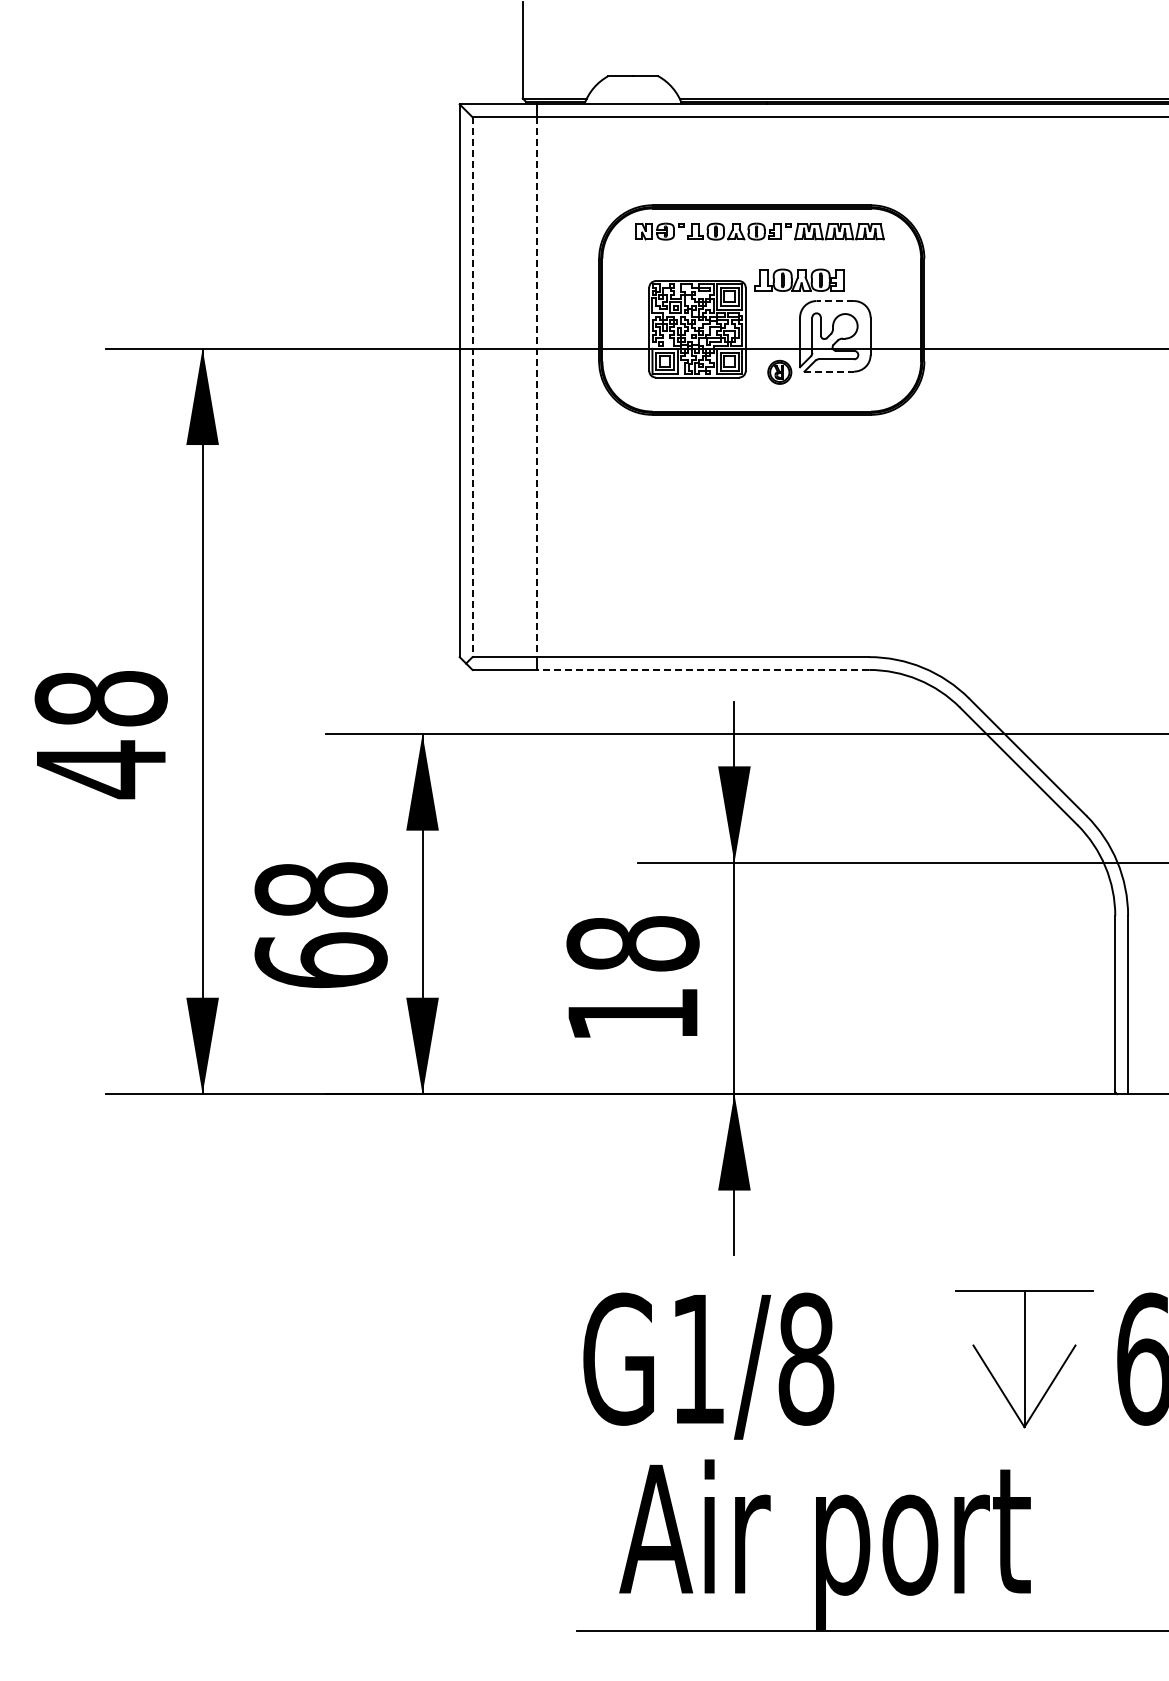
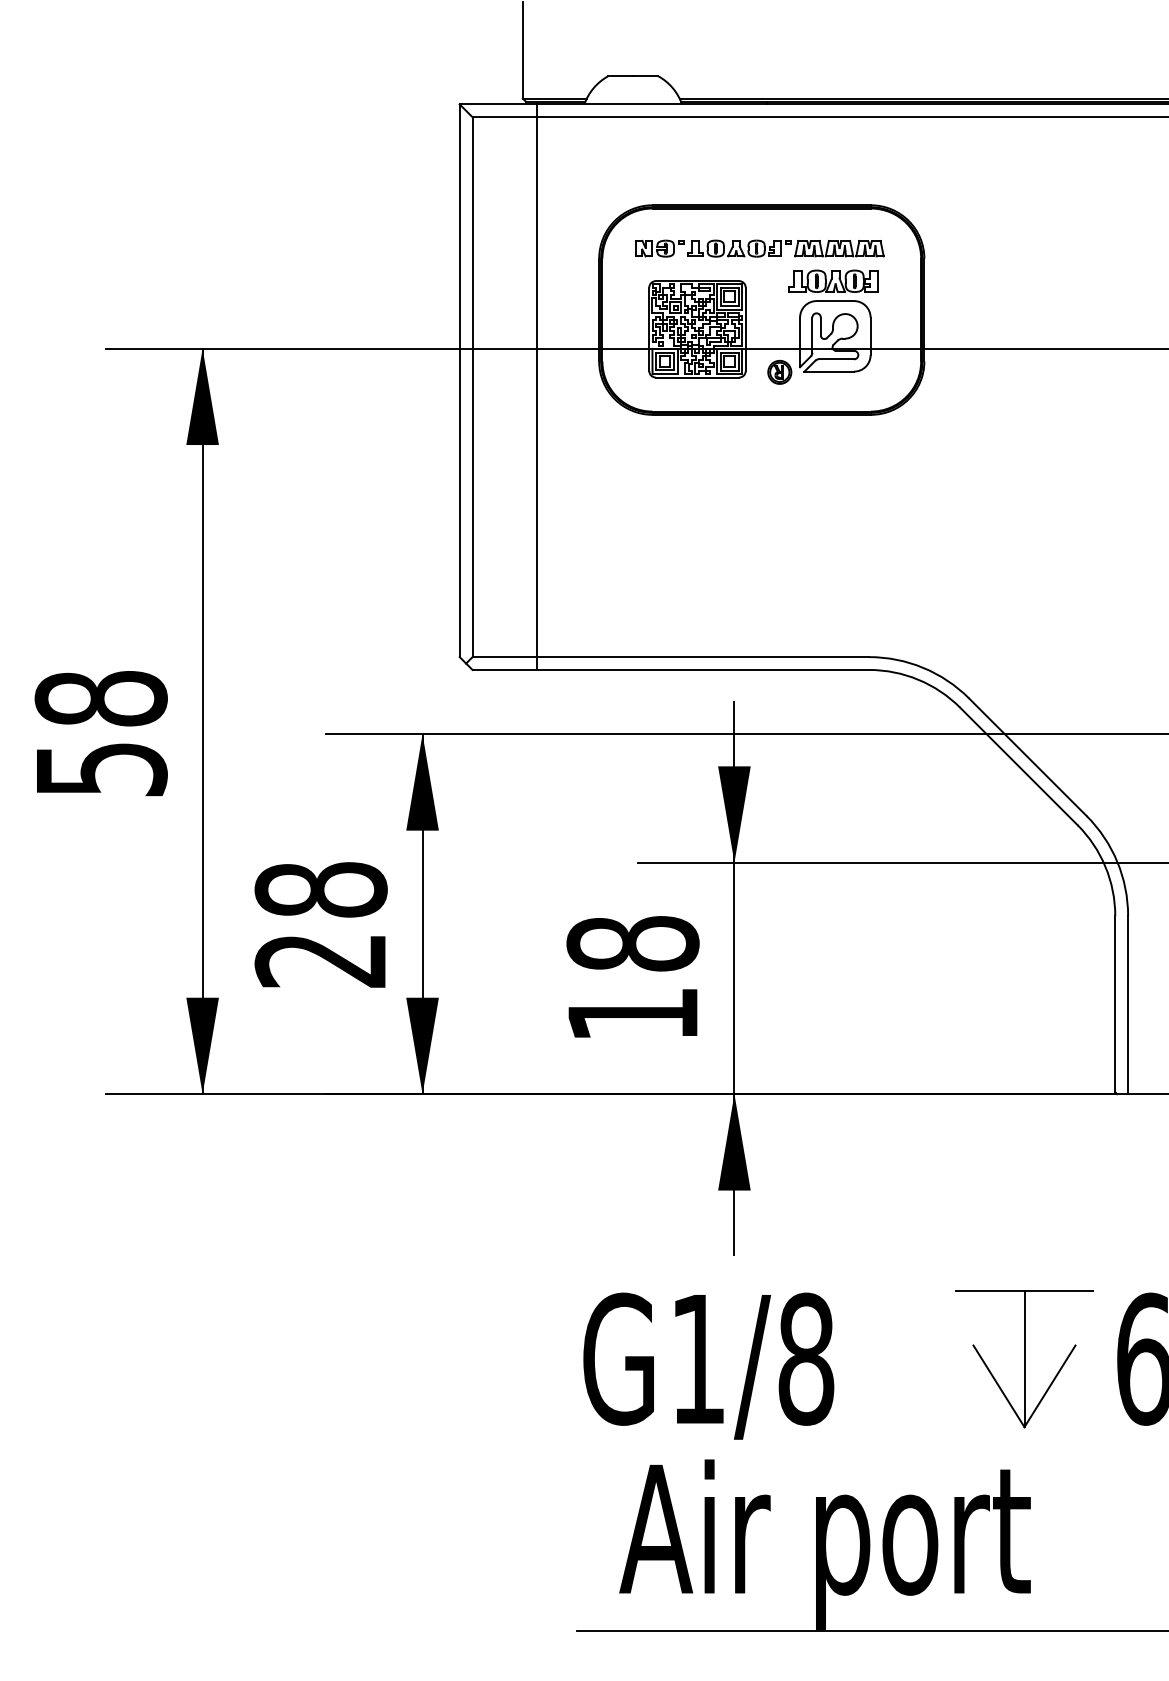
part at (759, 231) position: (759, 231) -> (759, 248)
part at (799, 279) position: (799, 279) -> (833, 280)
line at (835, 301): dashed -> solid
line at (829, 371): dashed -> solid
line at (472, 387): dashed -> solid
line at (536, 387): dashed -> solid
line at (702, 669): dashed -> solid
text at (102, 769): 48 -> 58
text at (320, 960): 68 -> 28
